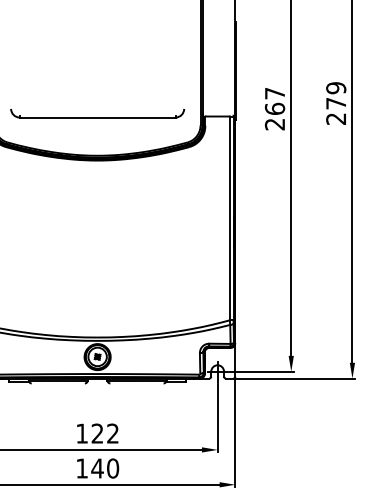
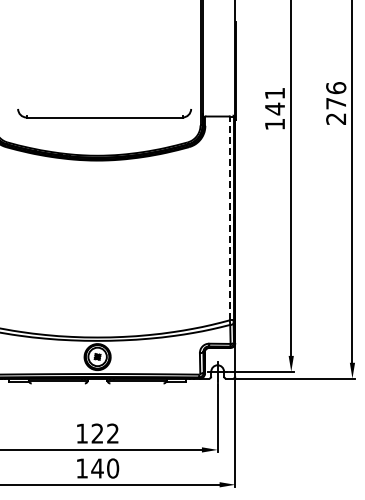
text at (336, 88): 279 -> 276
text at (274, 109): 267 -> 141
part at (97, 113) position: (97, 113) -> (104, 113)
line at (229, 218): solid -> dashed
